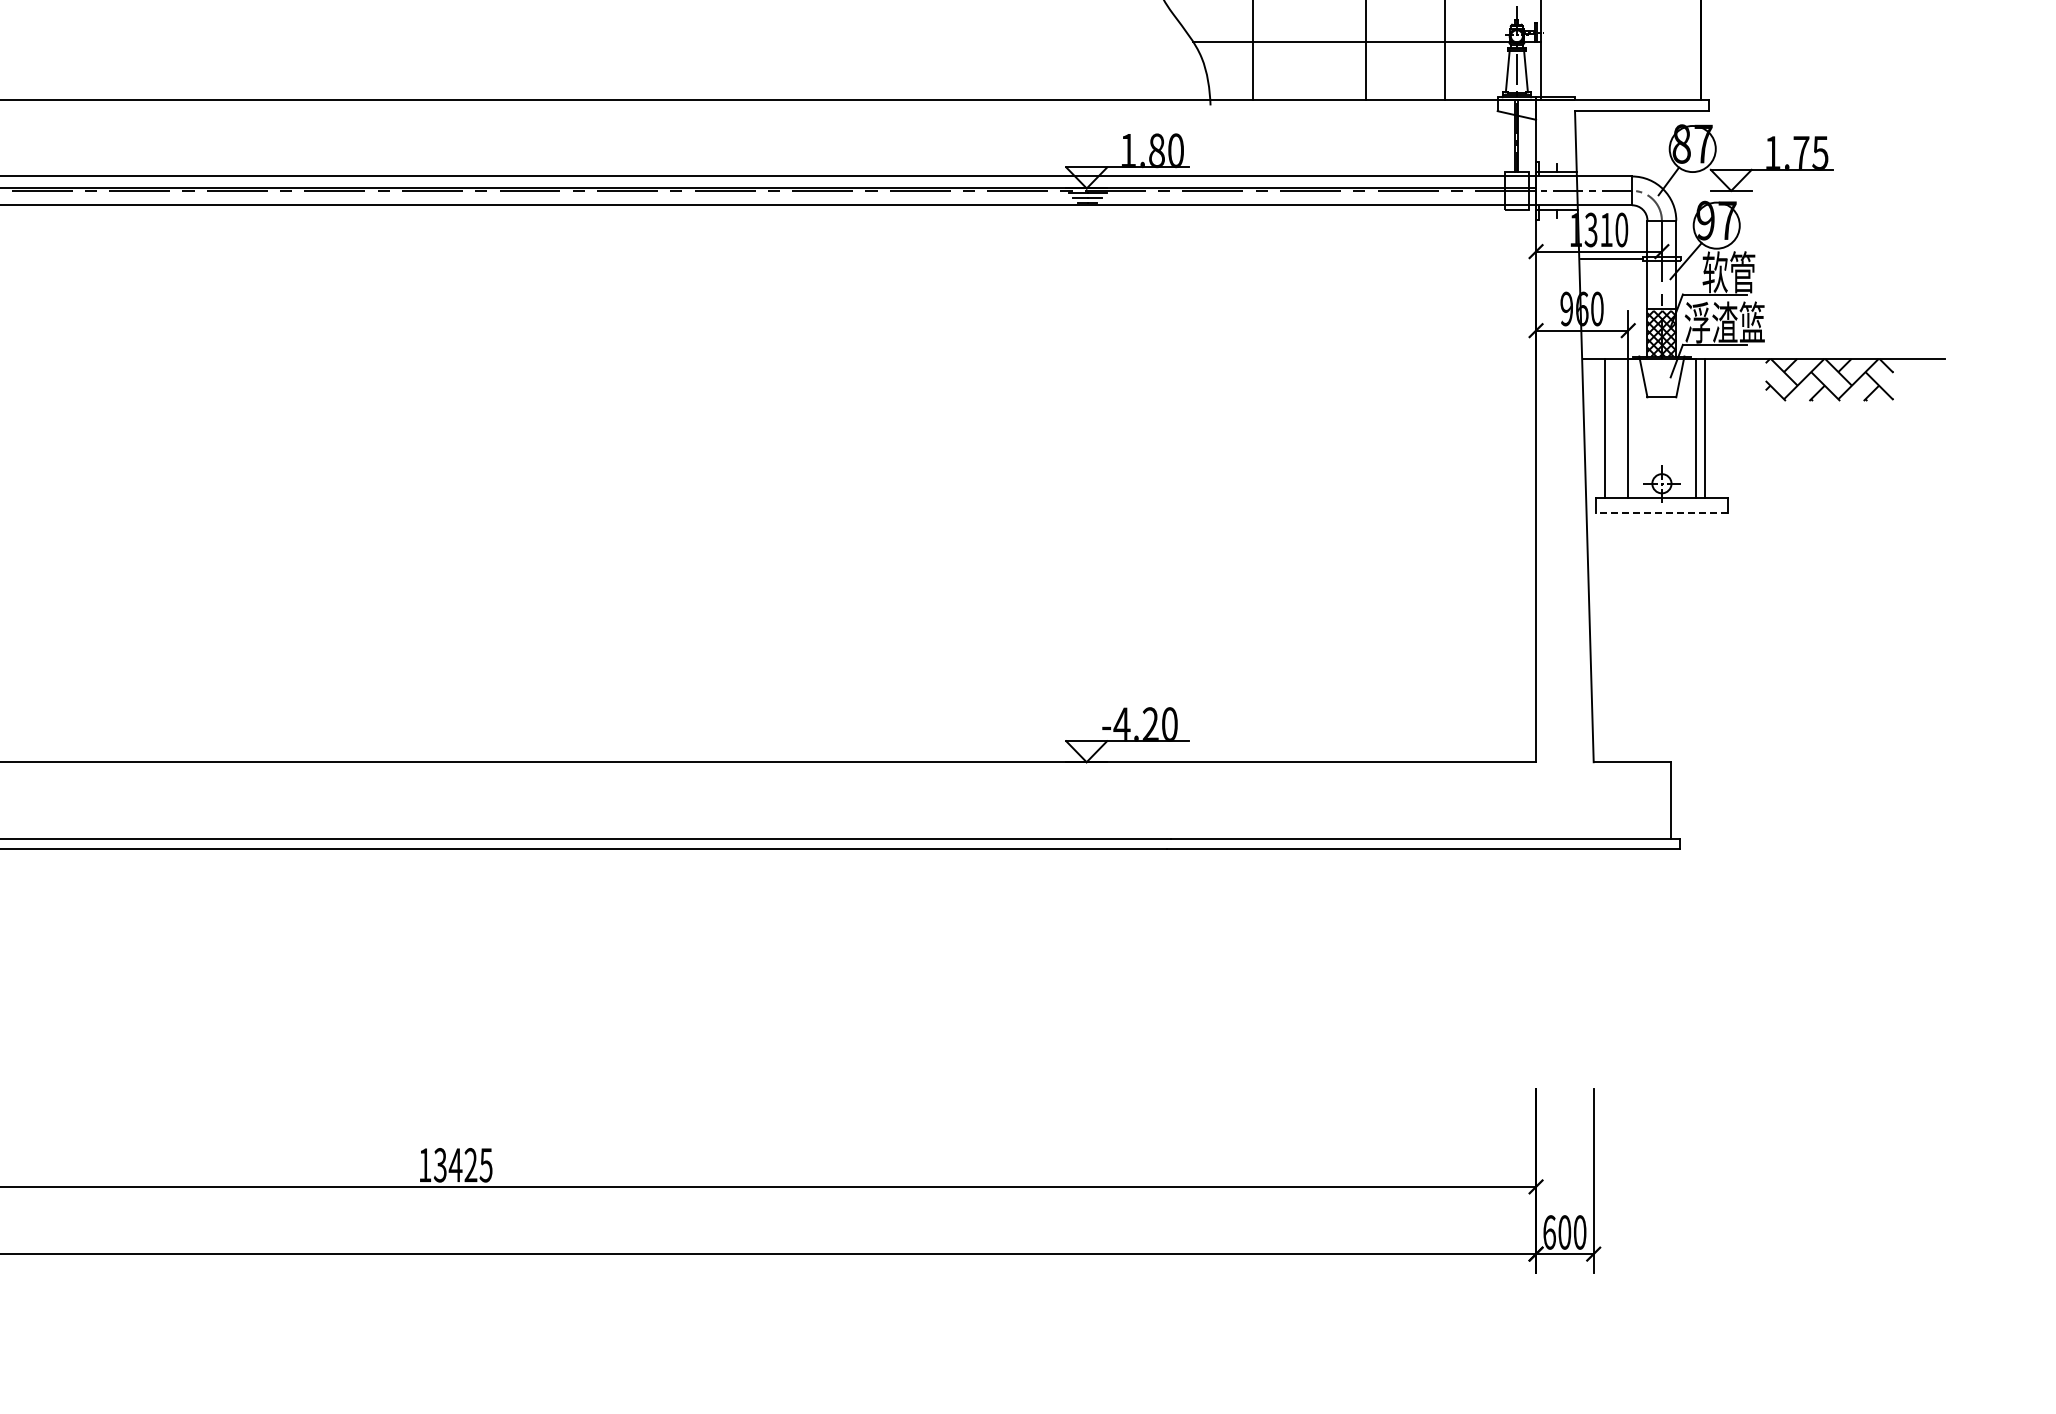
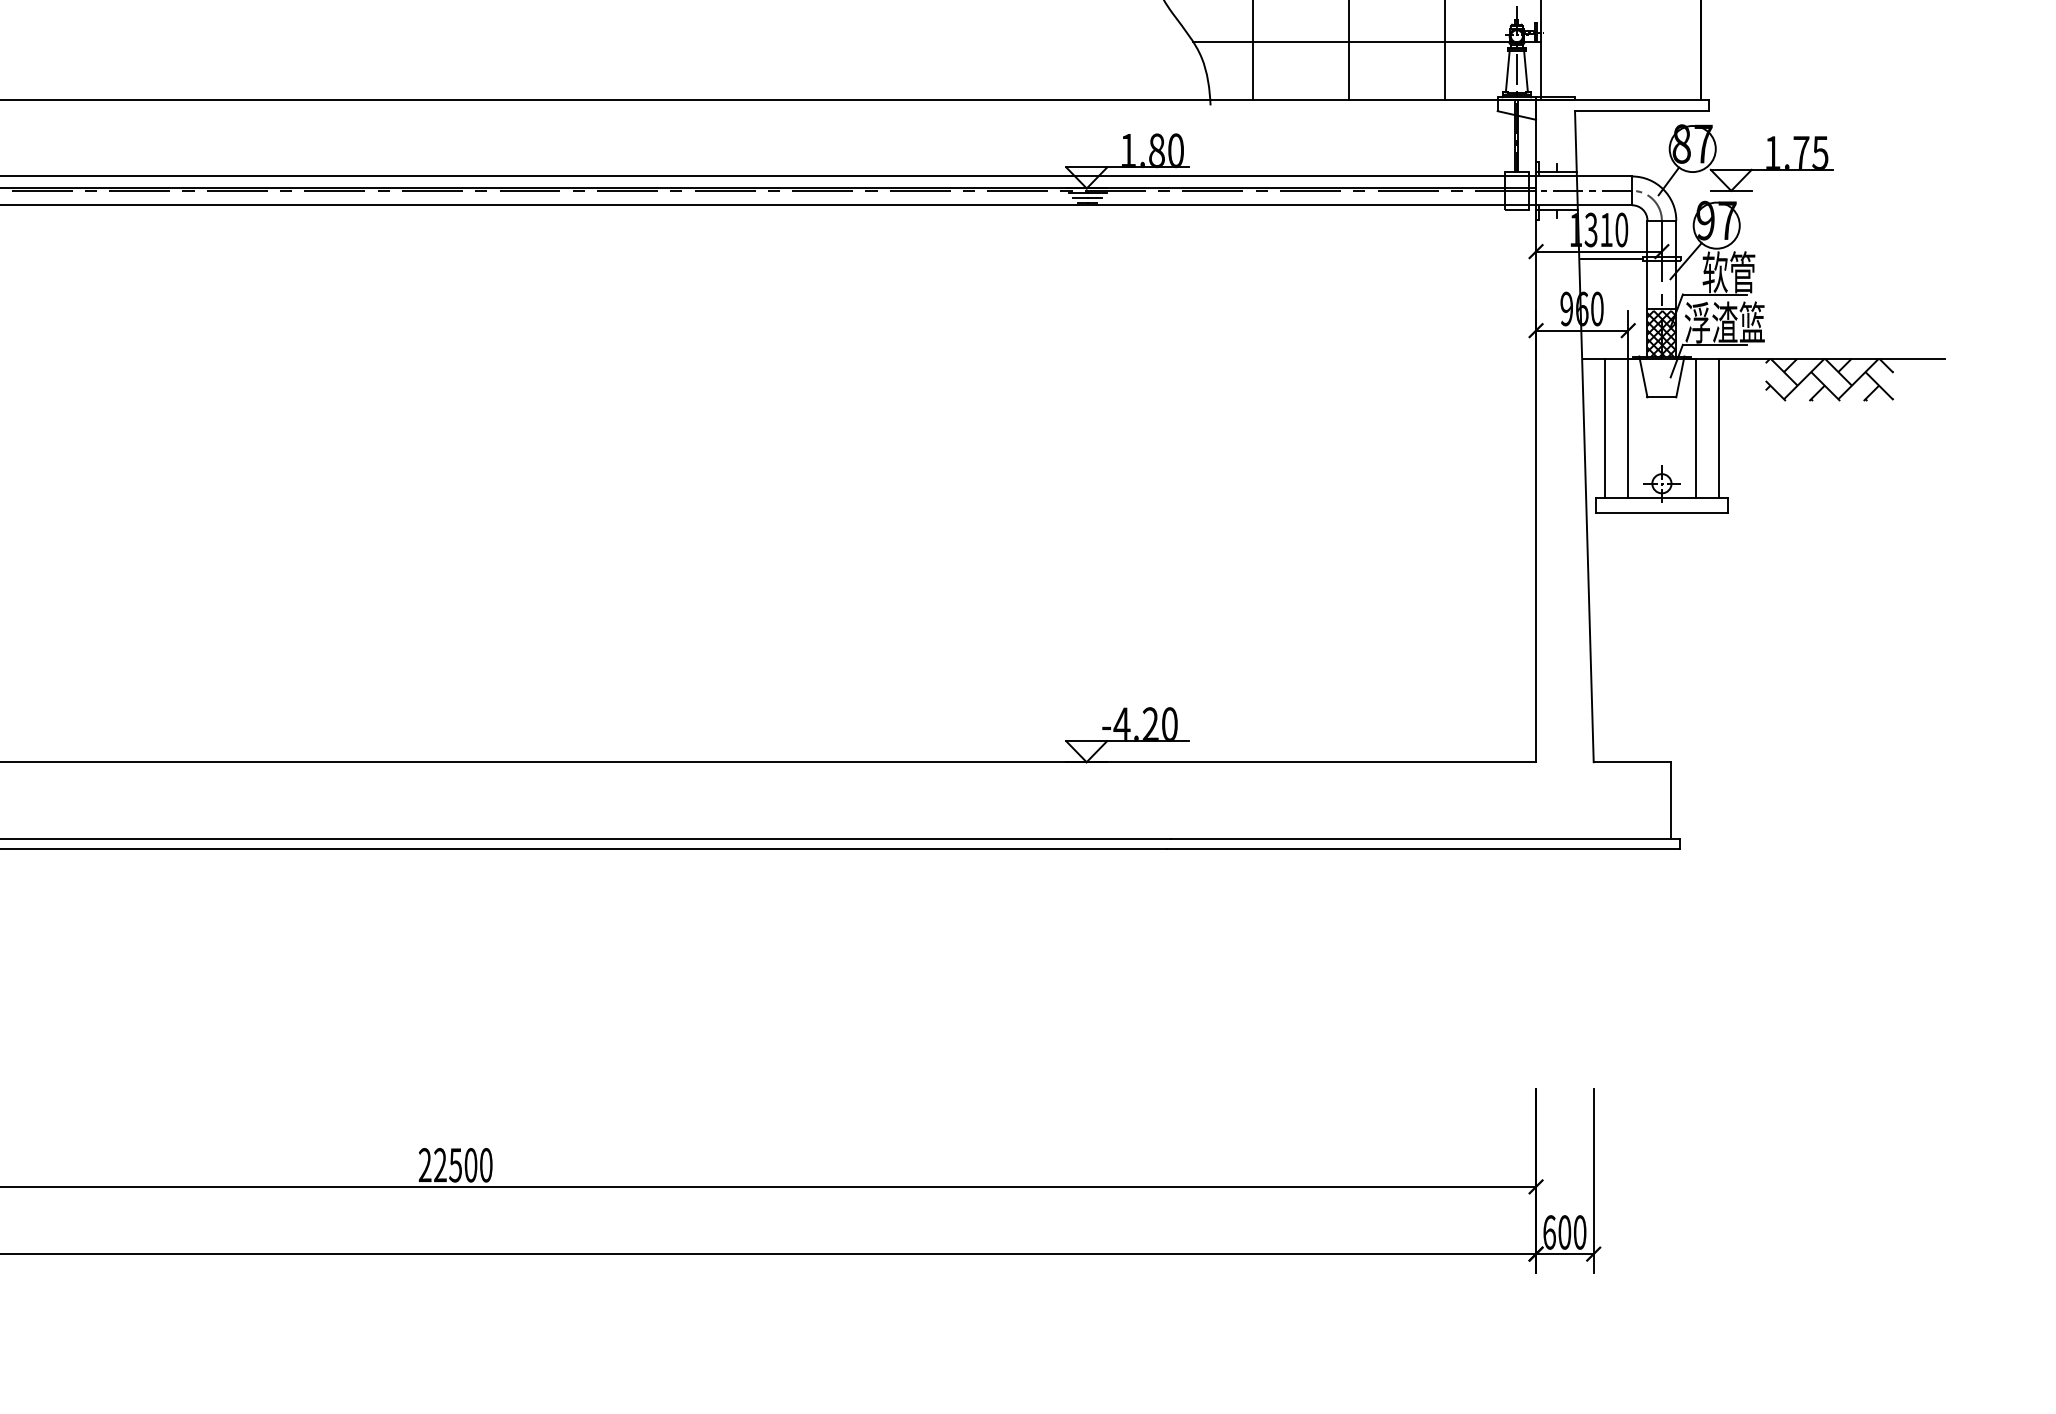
line at (1365, 50) position: (1365, 50) -> (1348, 50)
line at (1704, 428) position: (1704, 428) -> (1718, 428)
line at (1661, 512): dashed -> solid
text at (455, 1165): 13425 -> 22500
